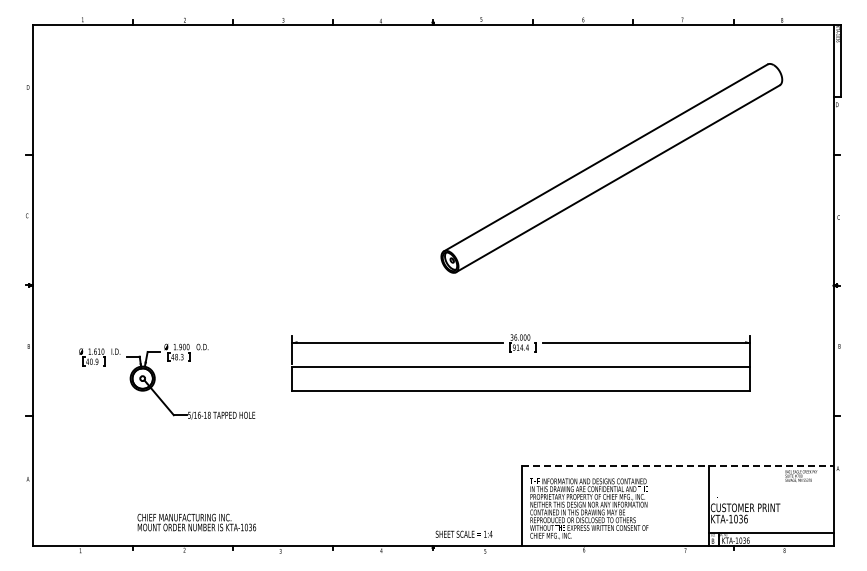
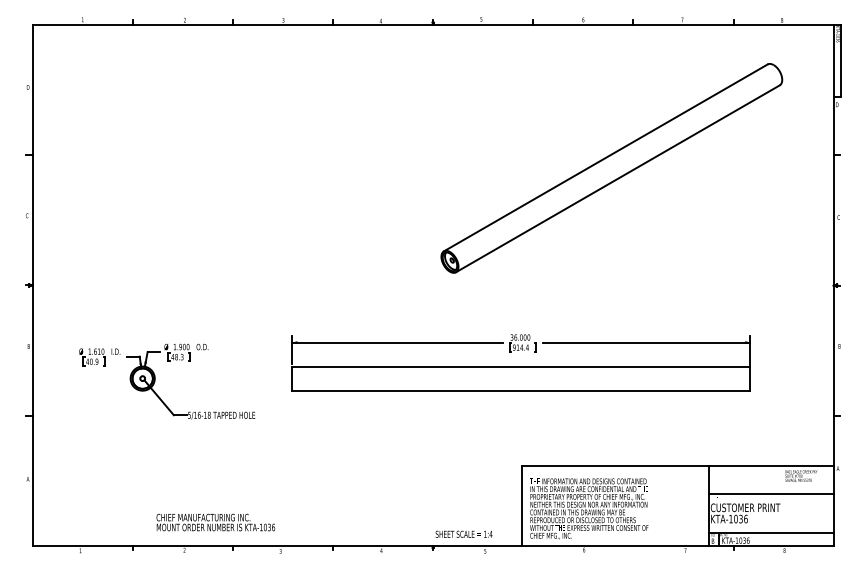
line at (678, 466): dashed -> solid
line at (770, 494): none -> present
text at (196, 522) position: (196, 522) -> (215, 522)
